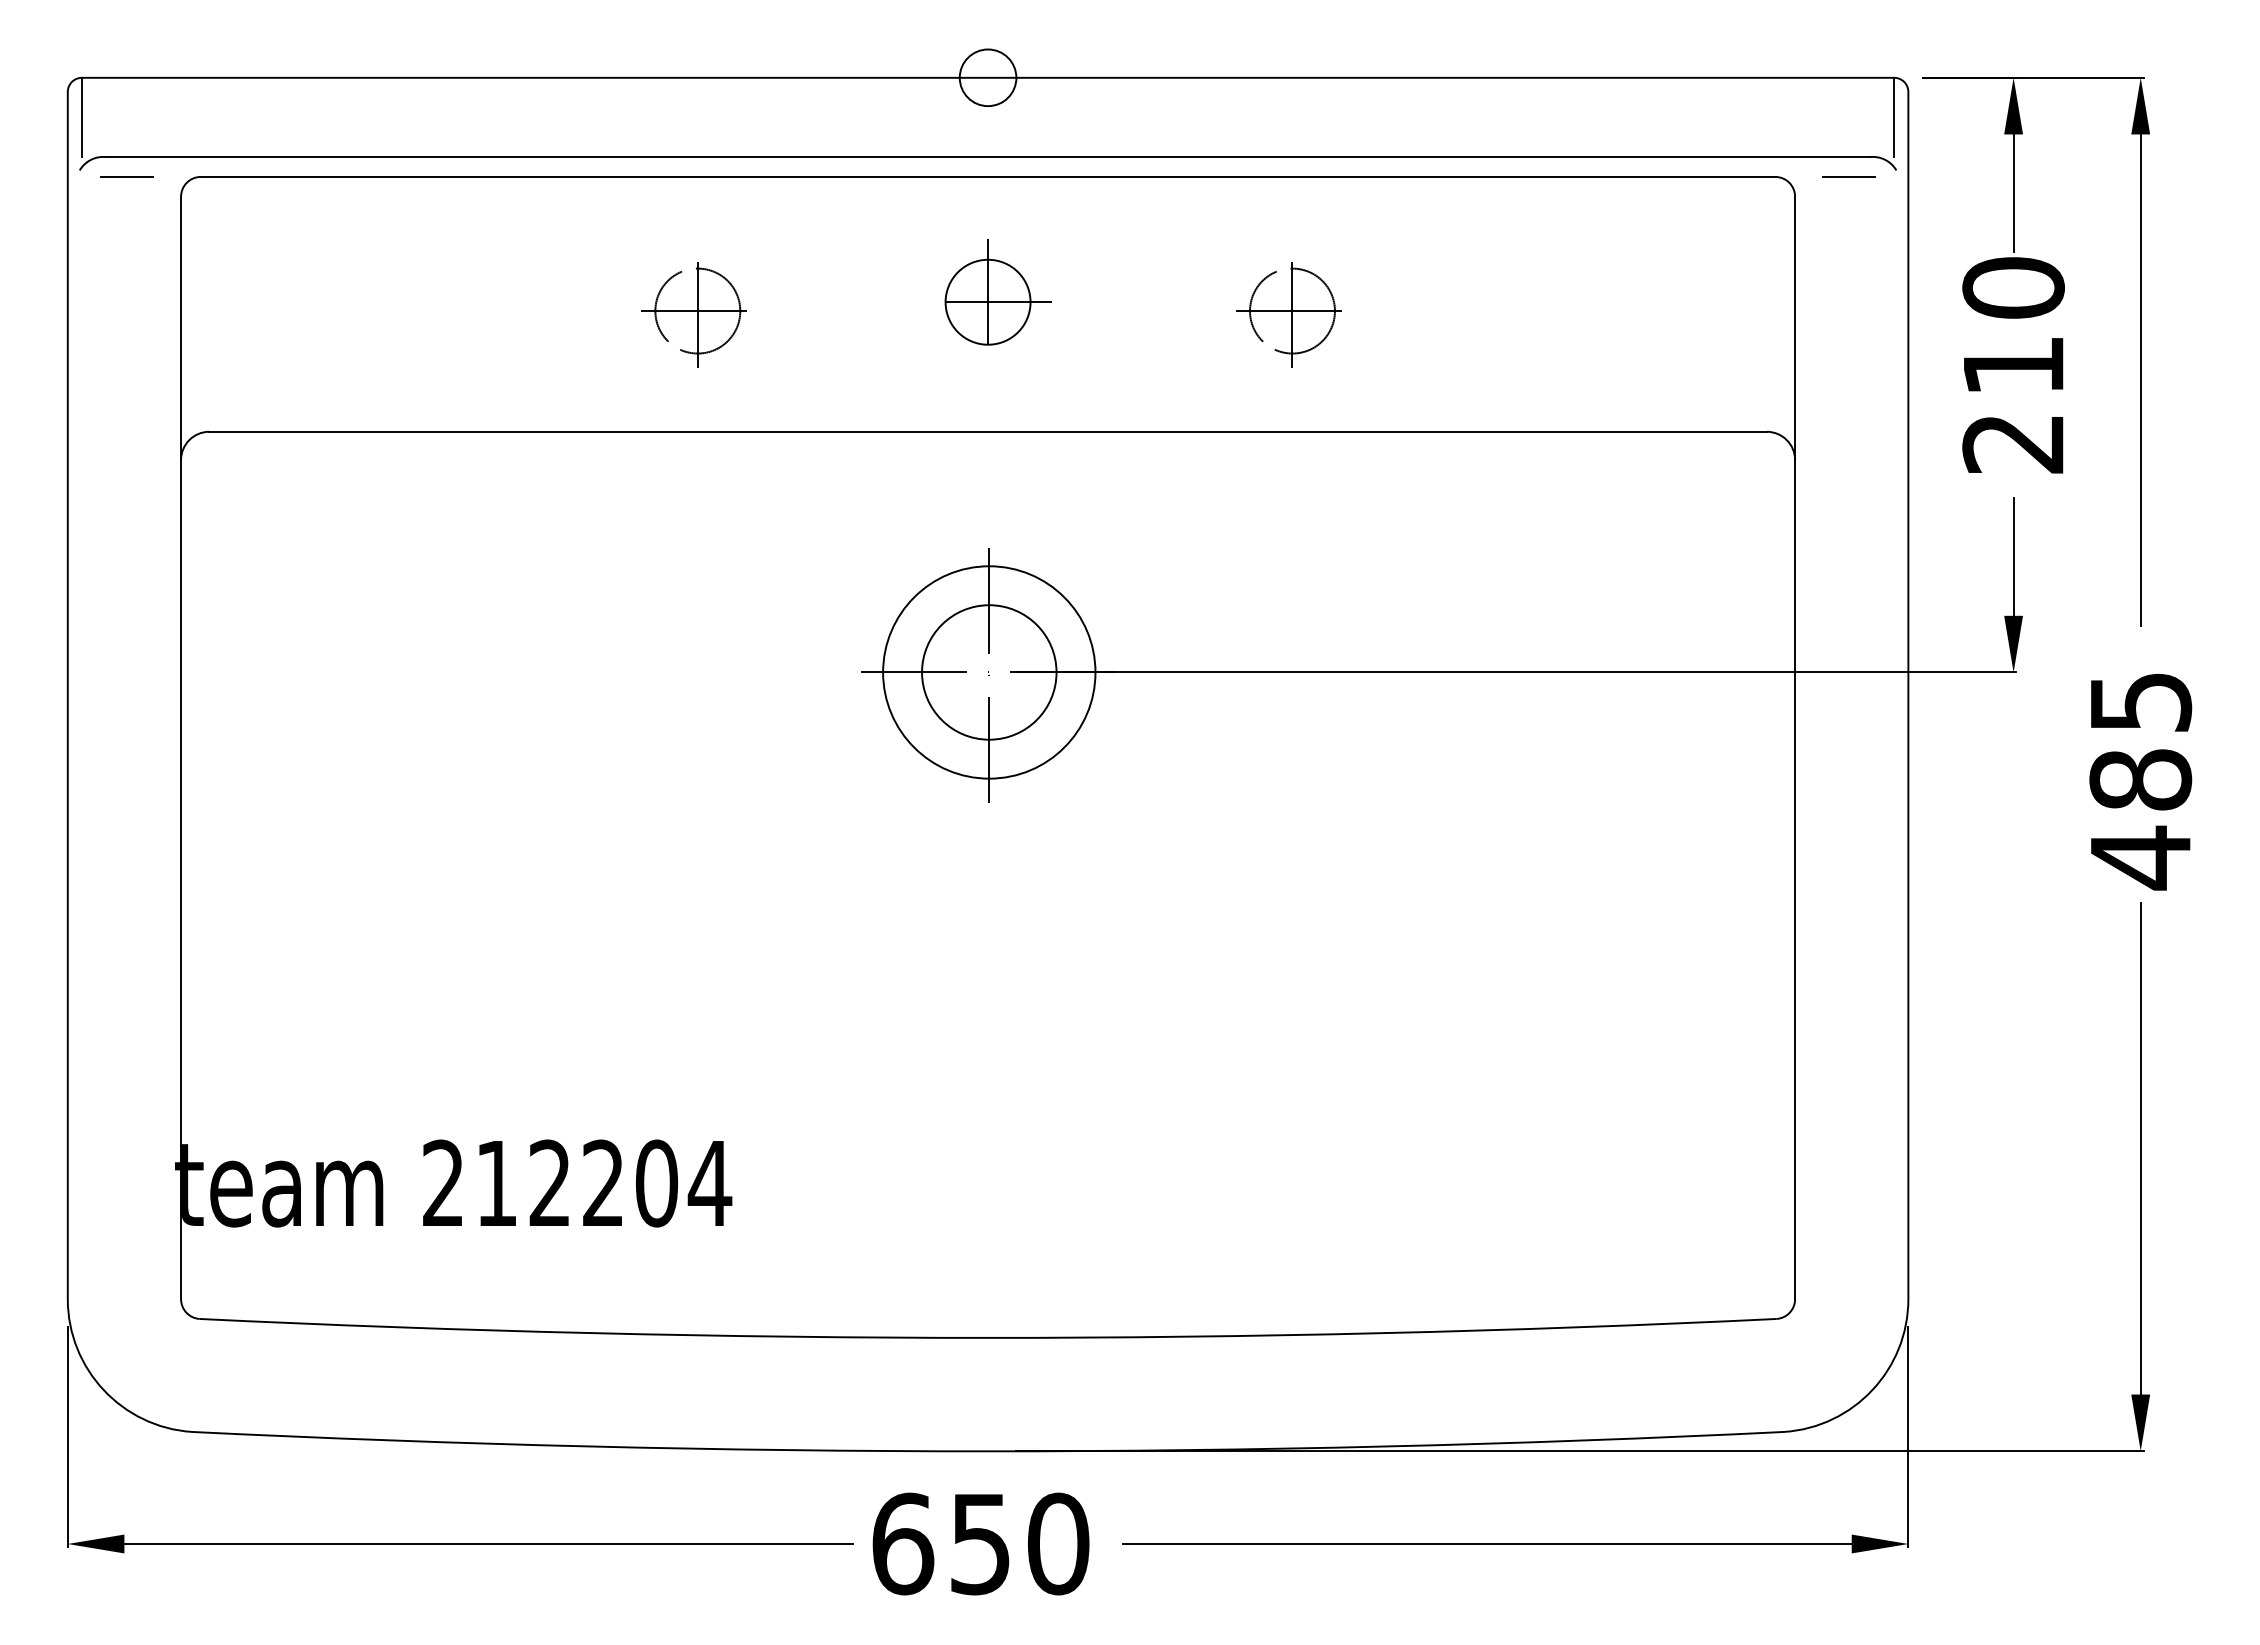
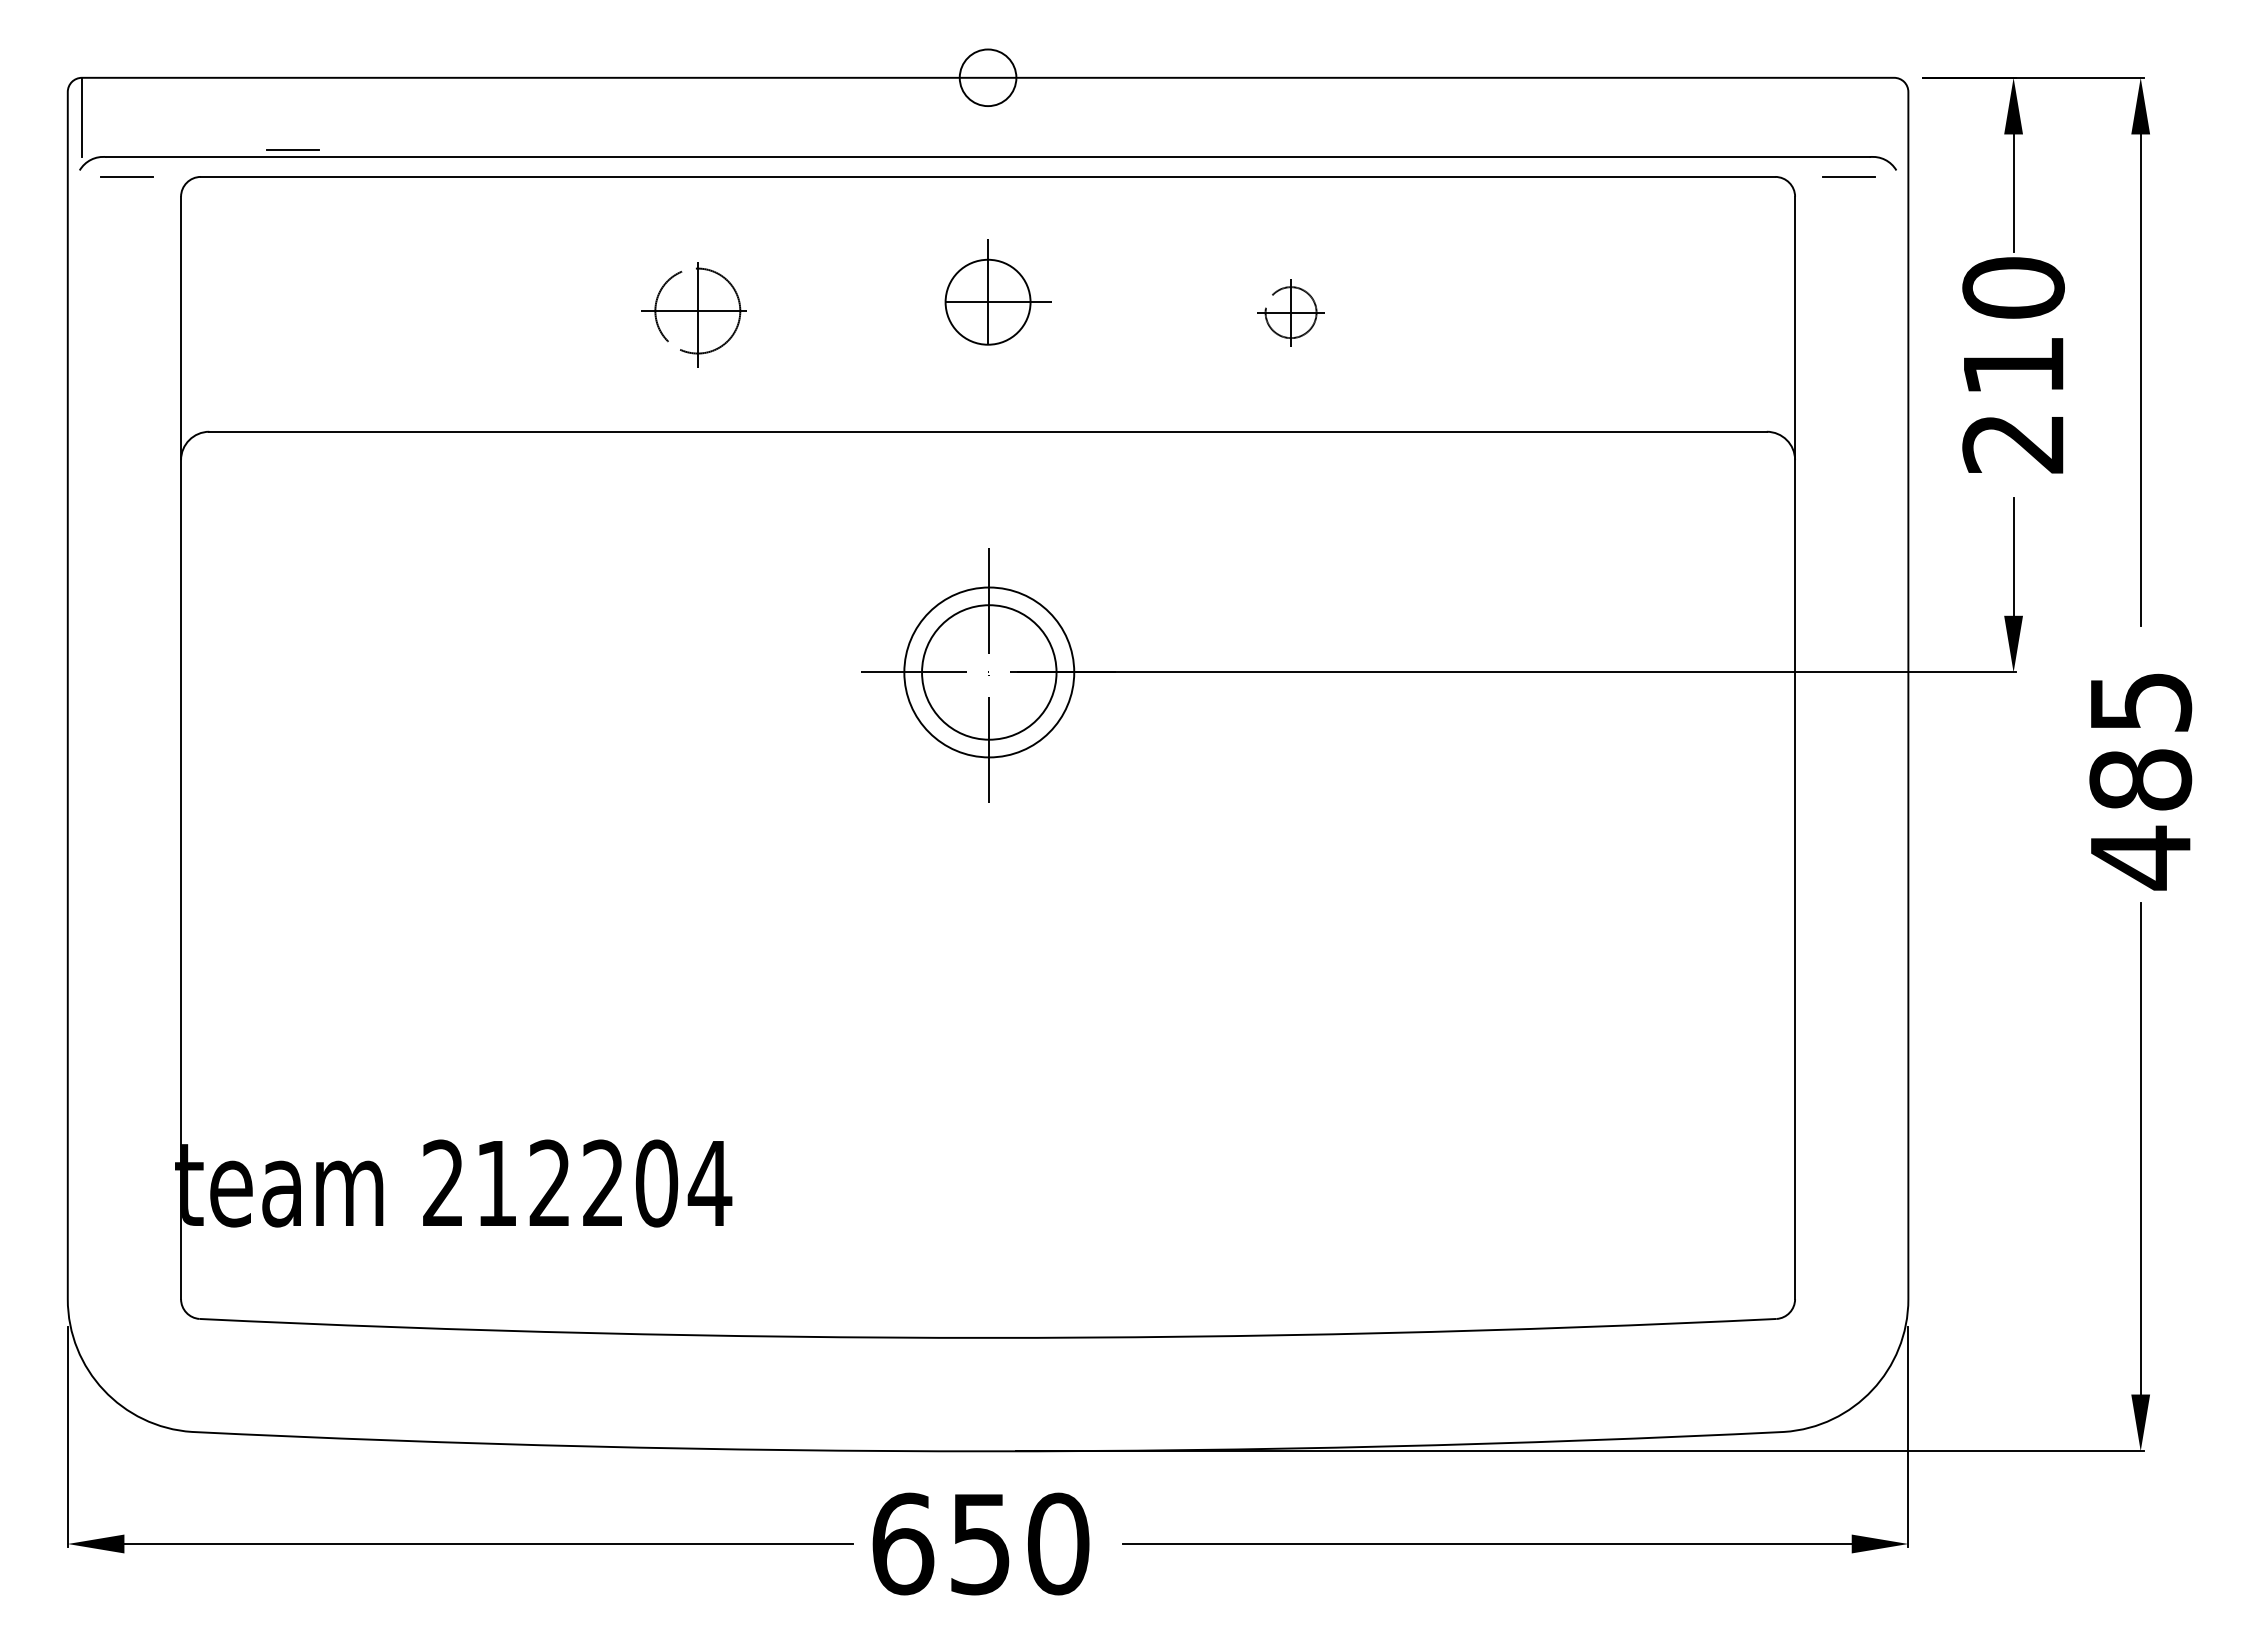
line at (1894, 117): present -> none
line at (292, 149): none -> present
part at (1288, 314) size: 106x106 px -> 68x68 px
circle at (989, 672) diameter: 212 px -> 170 px
